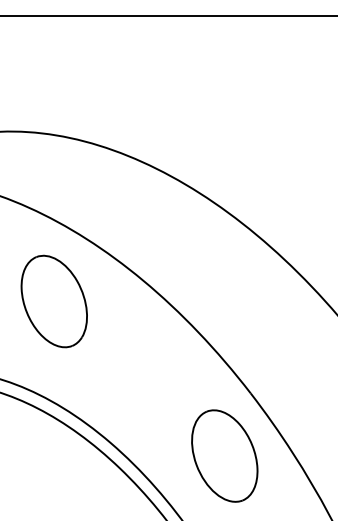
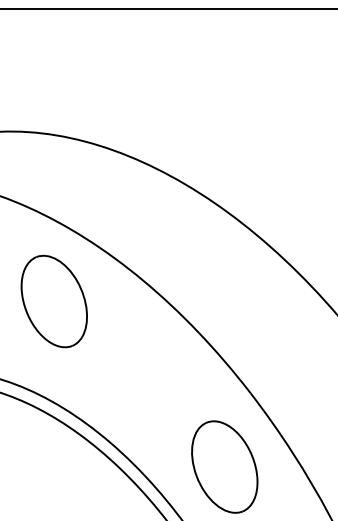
line at (168, 15) position: (168, 15) -> (168, 8)
part at (224, 455) position: (224, 455) -> (224, 466)
